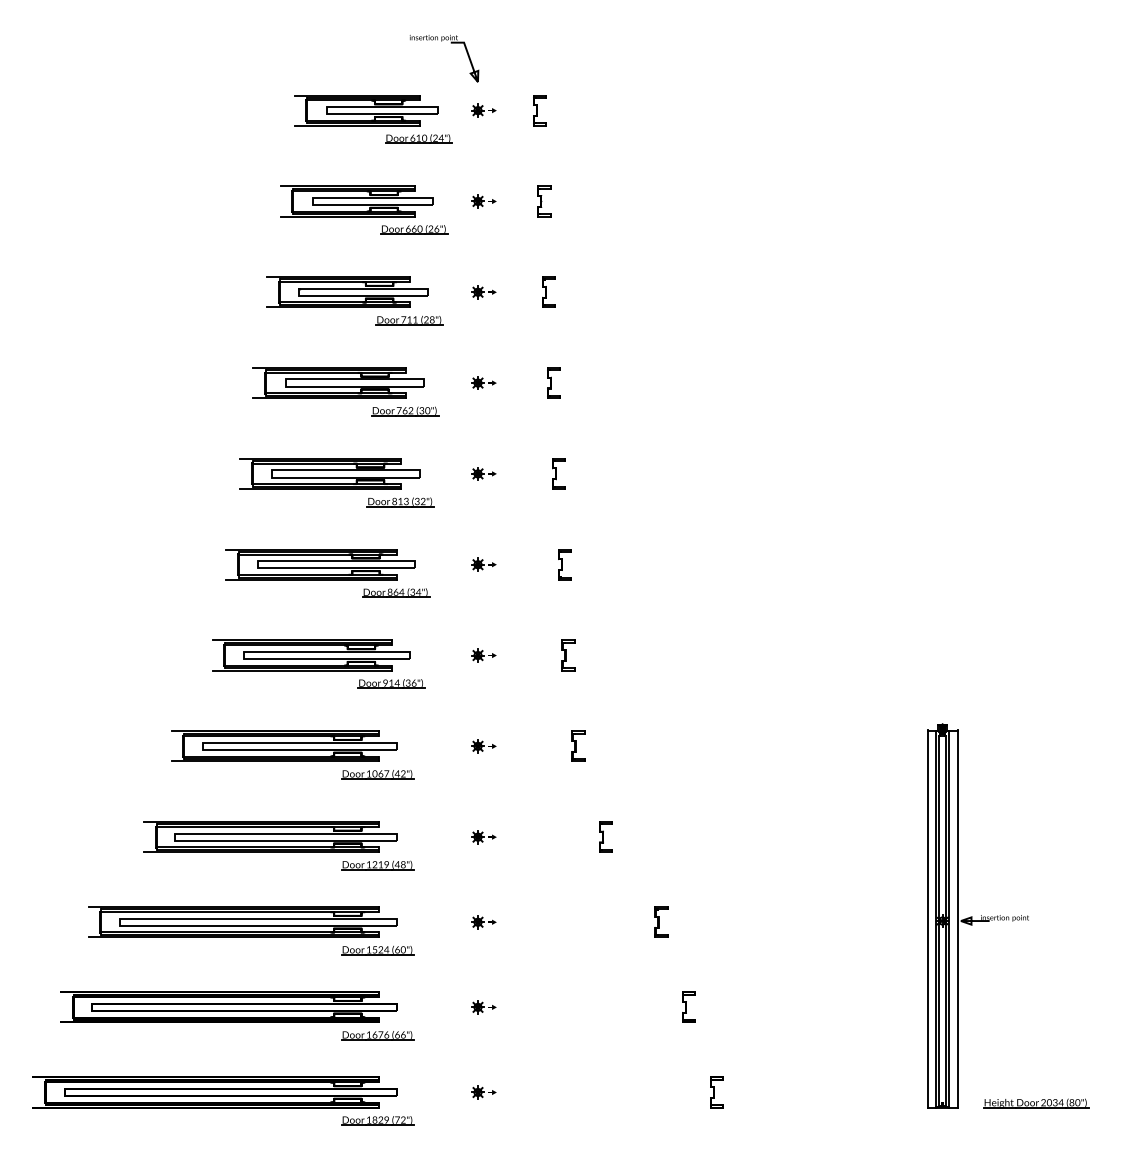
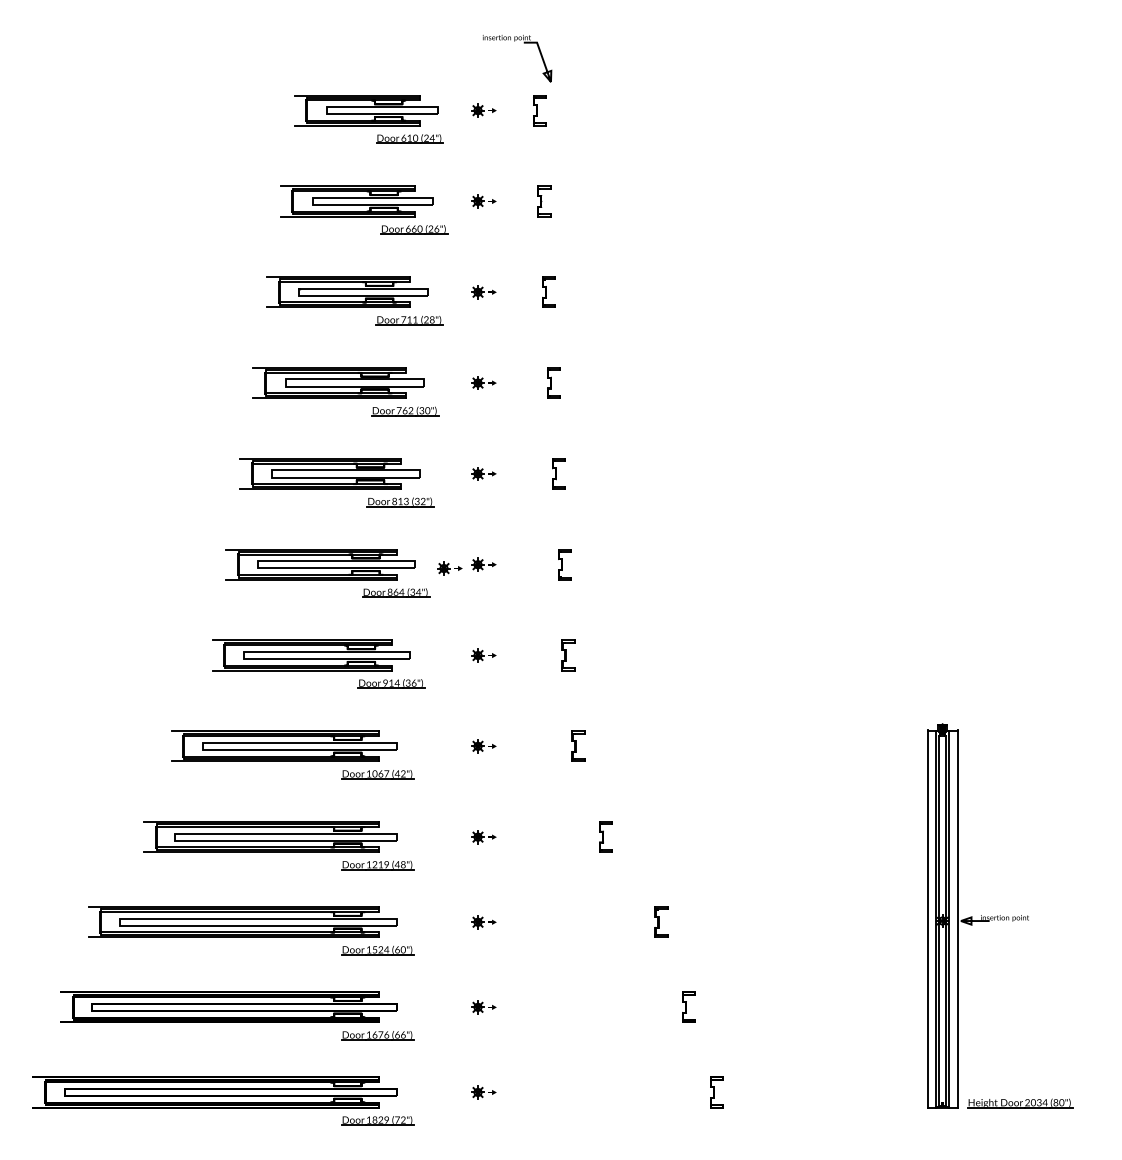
part at (451, 43) position: (451, 43) -> (524, 43)
part at (418, 138) position: (418, 138) -> (409, 138)
part at (449, 568): none -> present
part at (1036, 1103) position: (1036, 1103) -> (1020, 1103)
